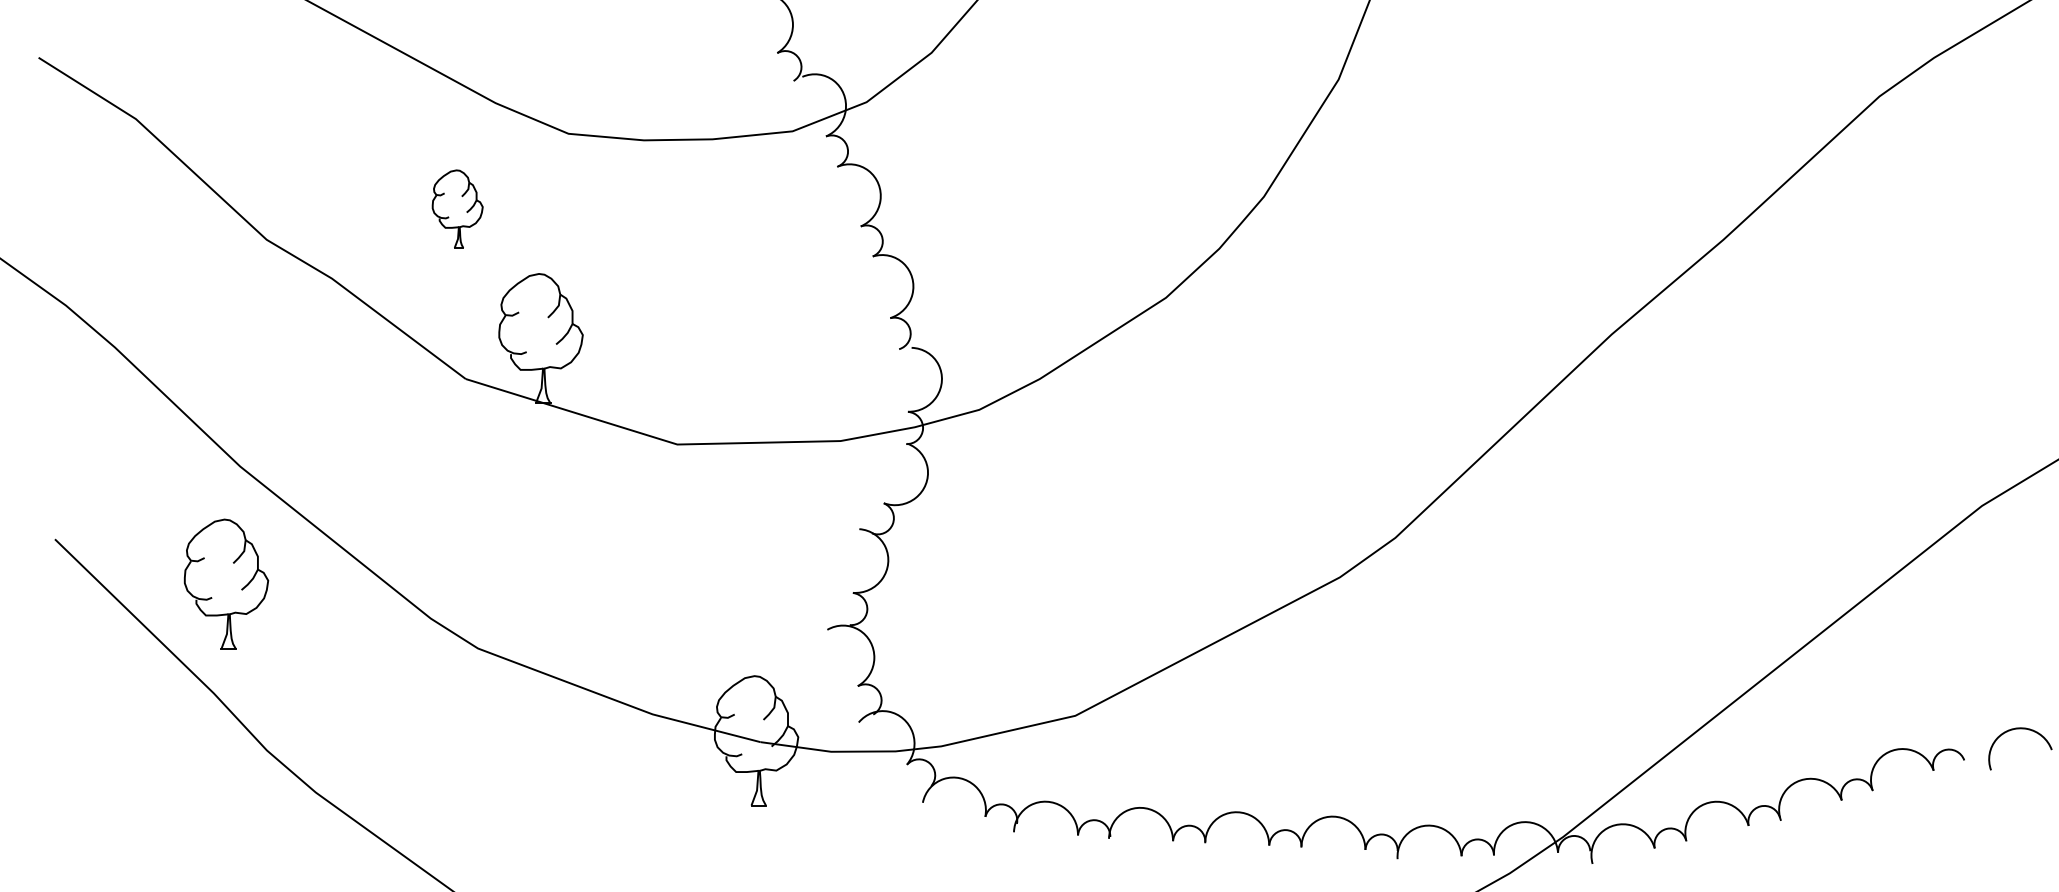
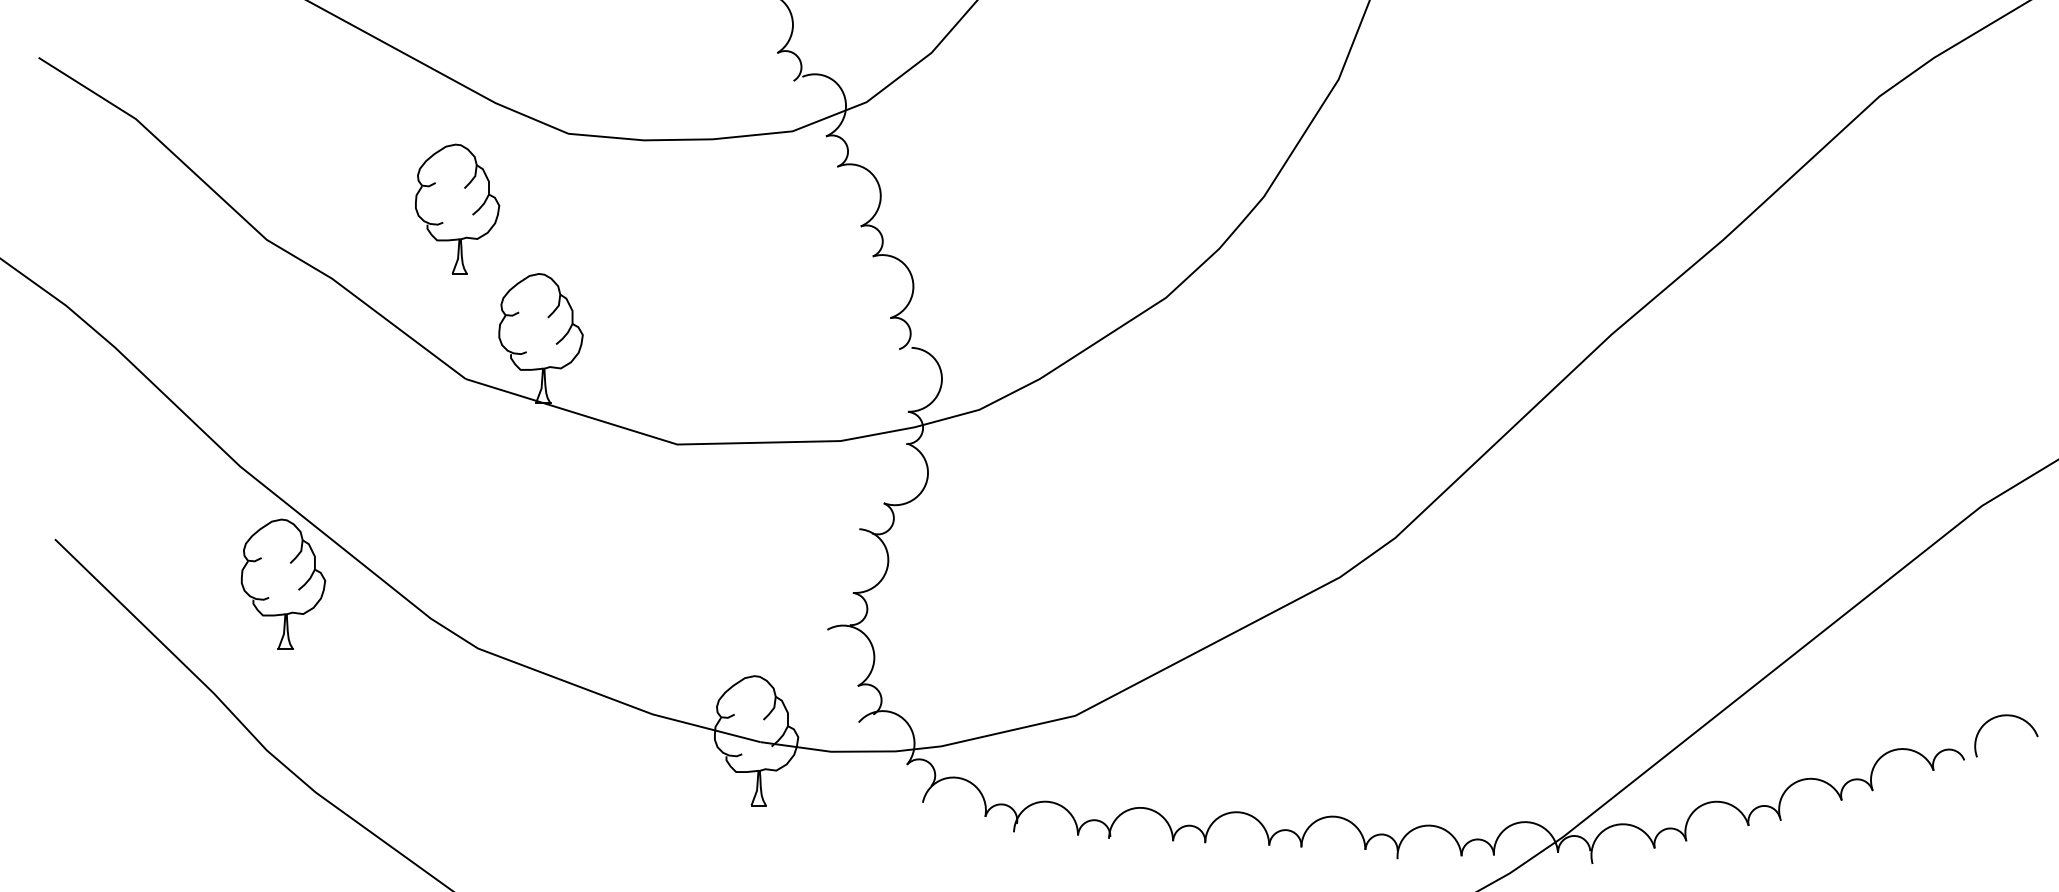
part at (457, 208) size: 53x80 px -> 86x132 px
part at (226, 583) position: (226, 583) -> (283, 583)
arc at (2020, 729) position: (2020, 729) -> (2006, 716)
